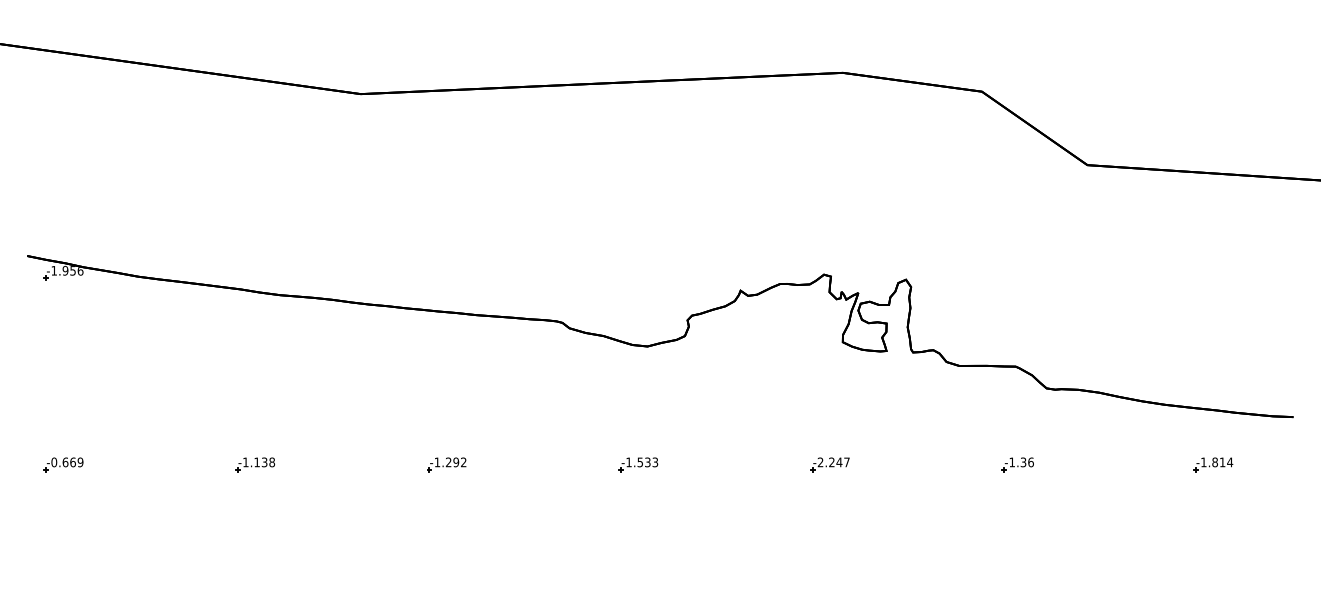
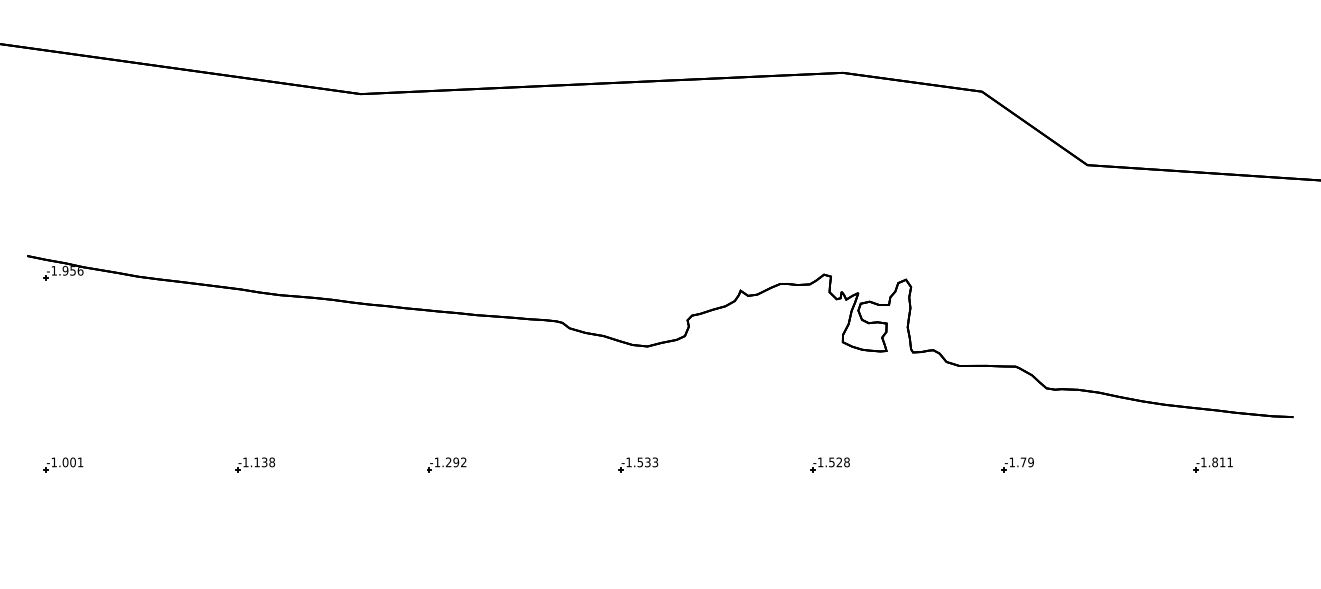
text at (67, 462): -0.669 -> -1.001
text at (833, 462): -2.247 -> -1.528
text at (1026, 462): -1.36 -> -1.79
text at (1230, 462): -1.814 -> -1.811
